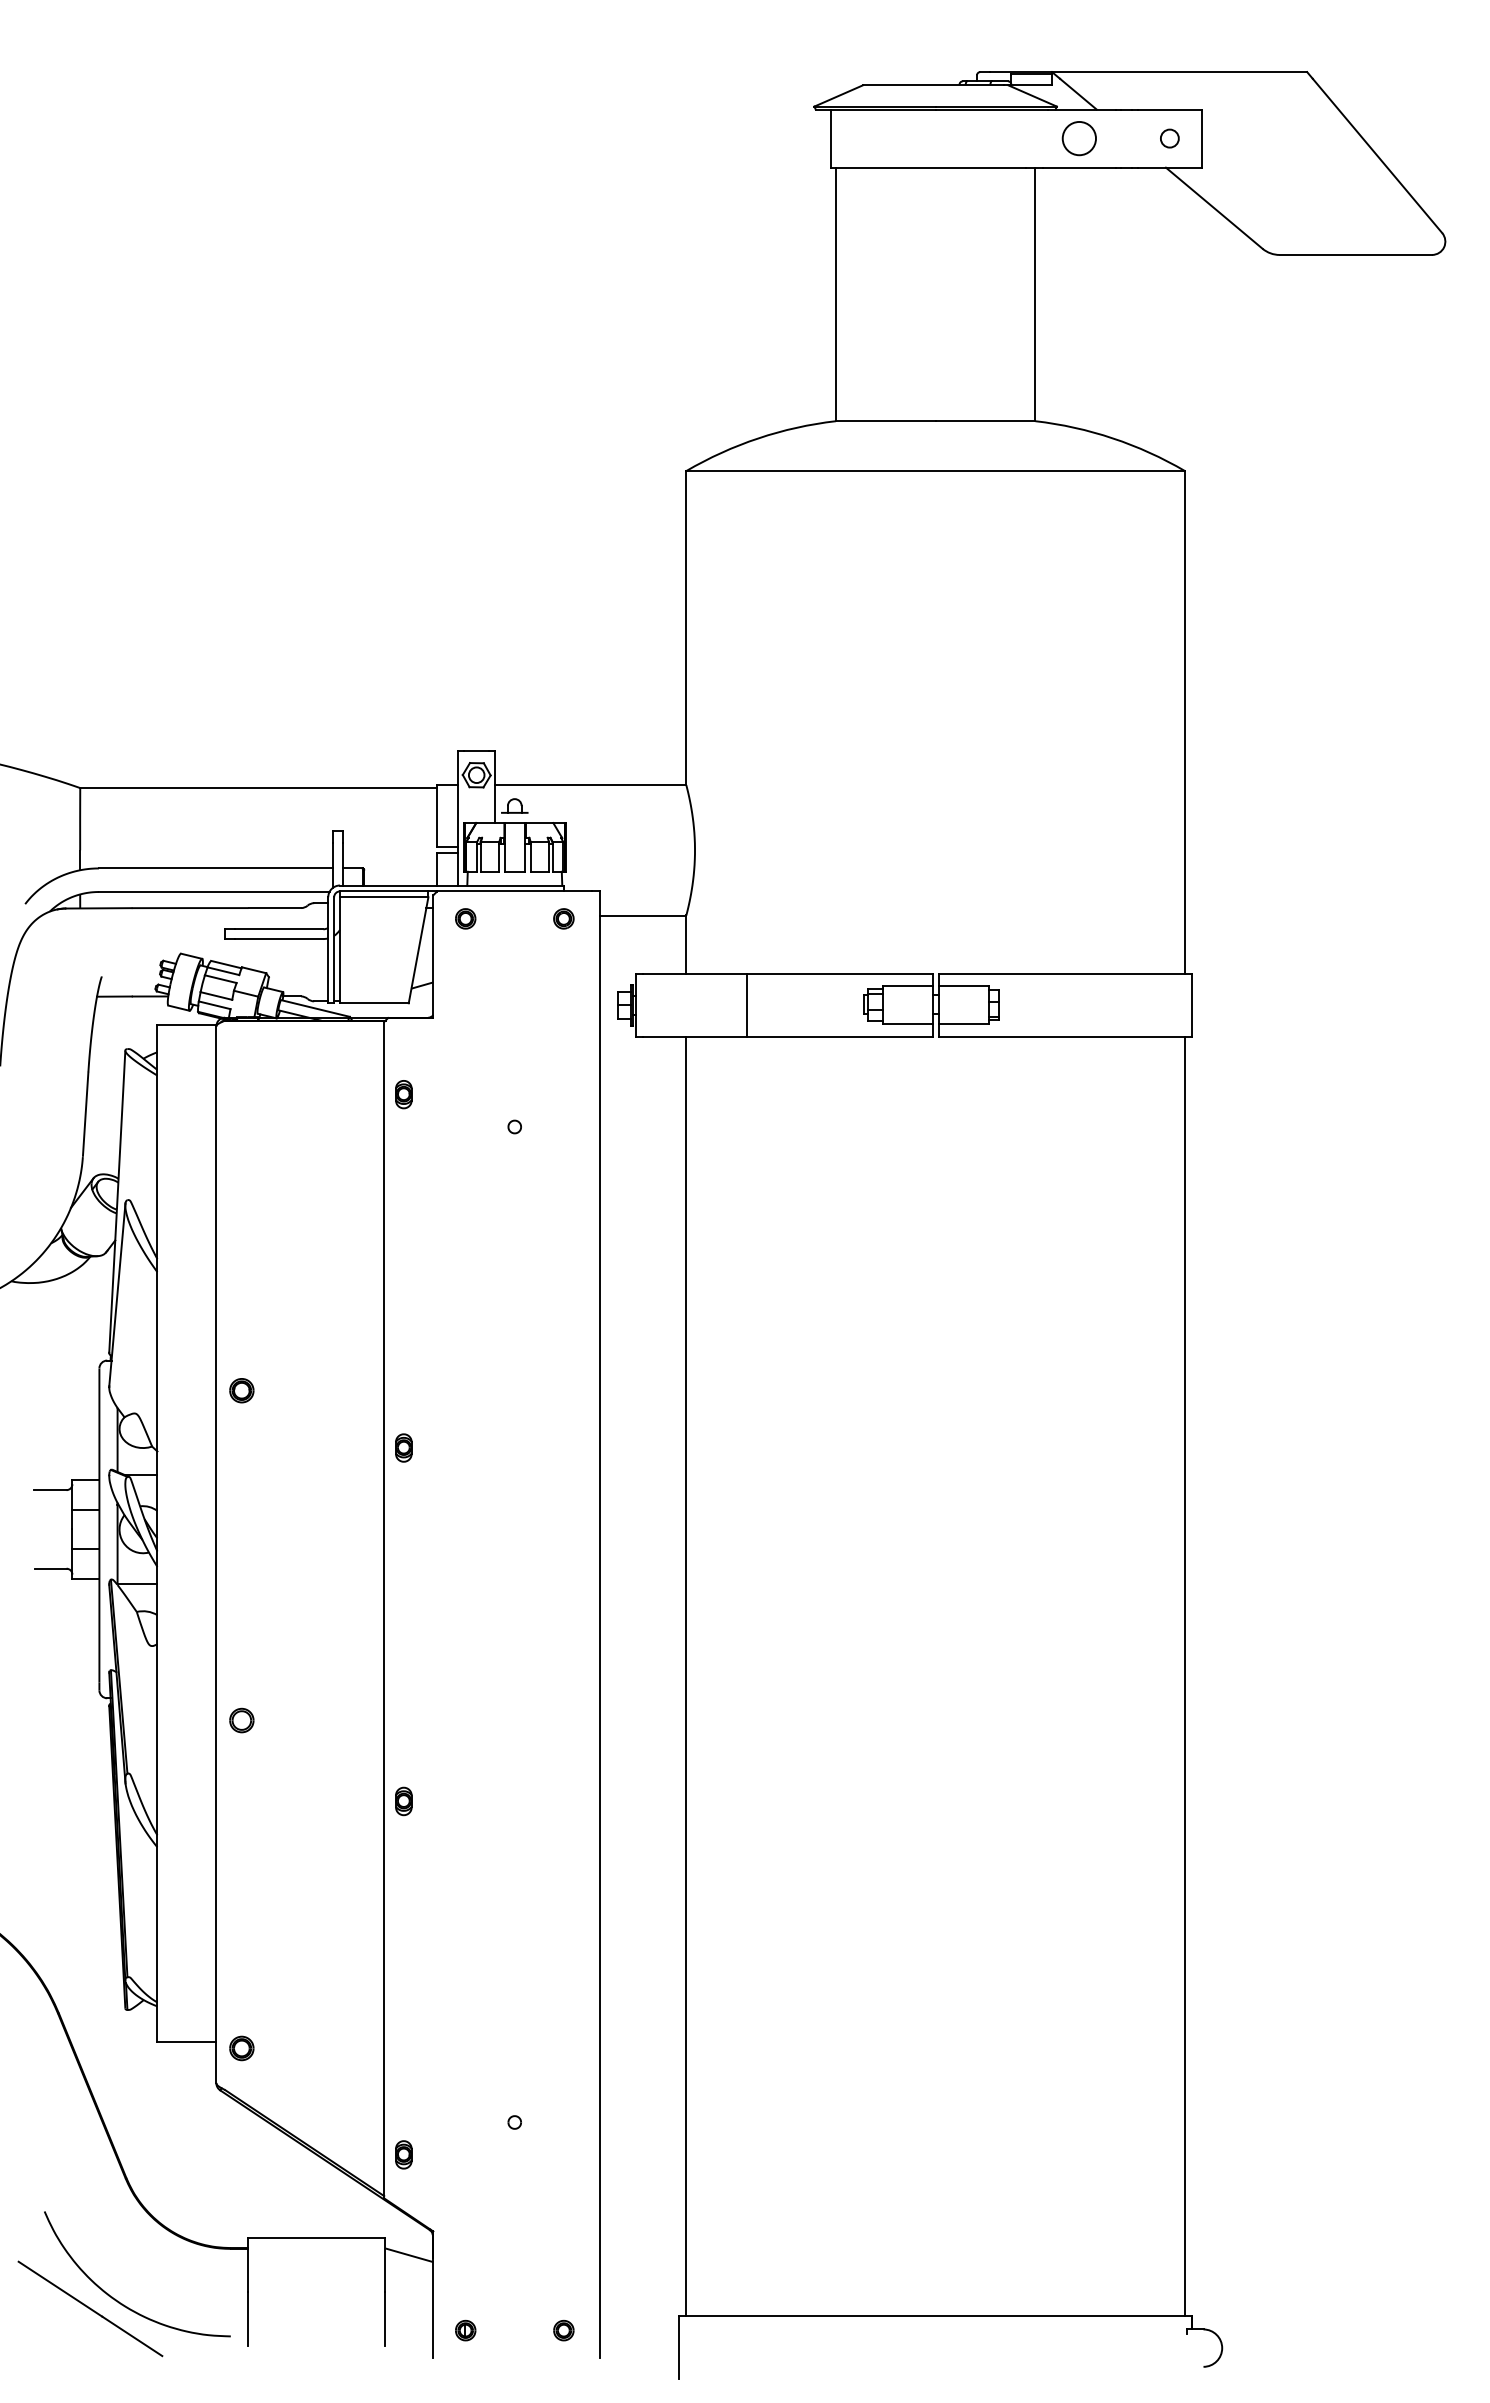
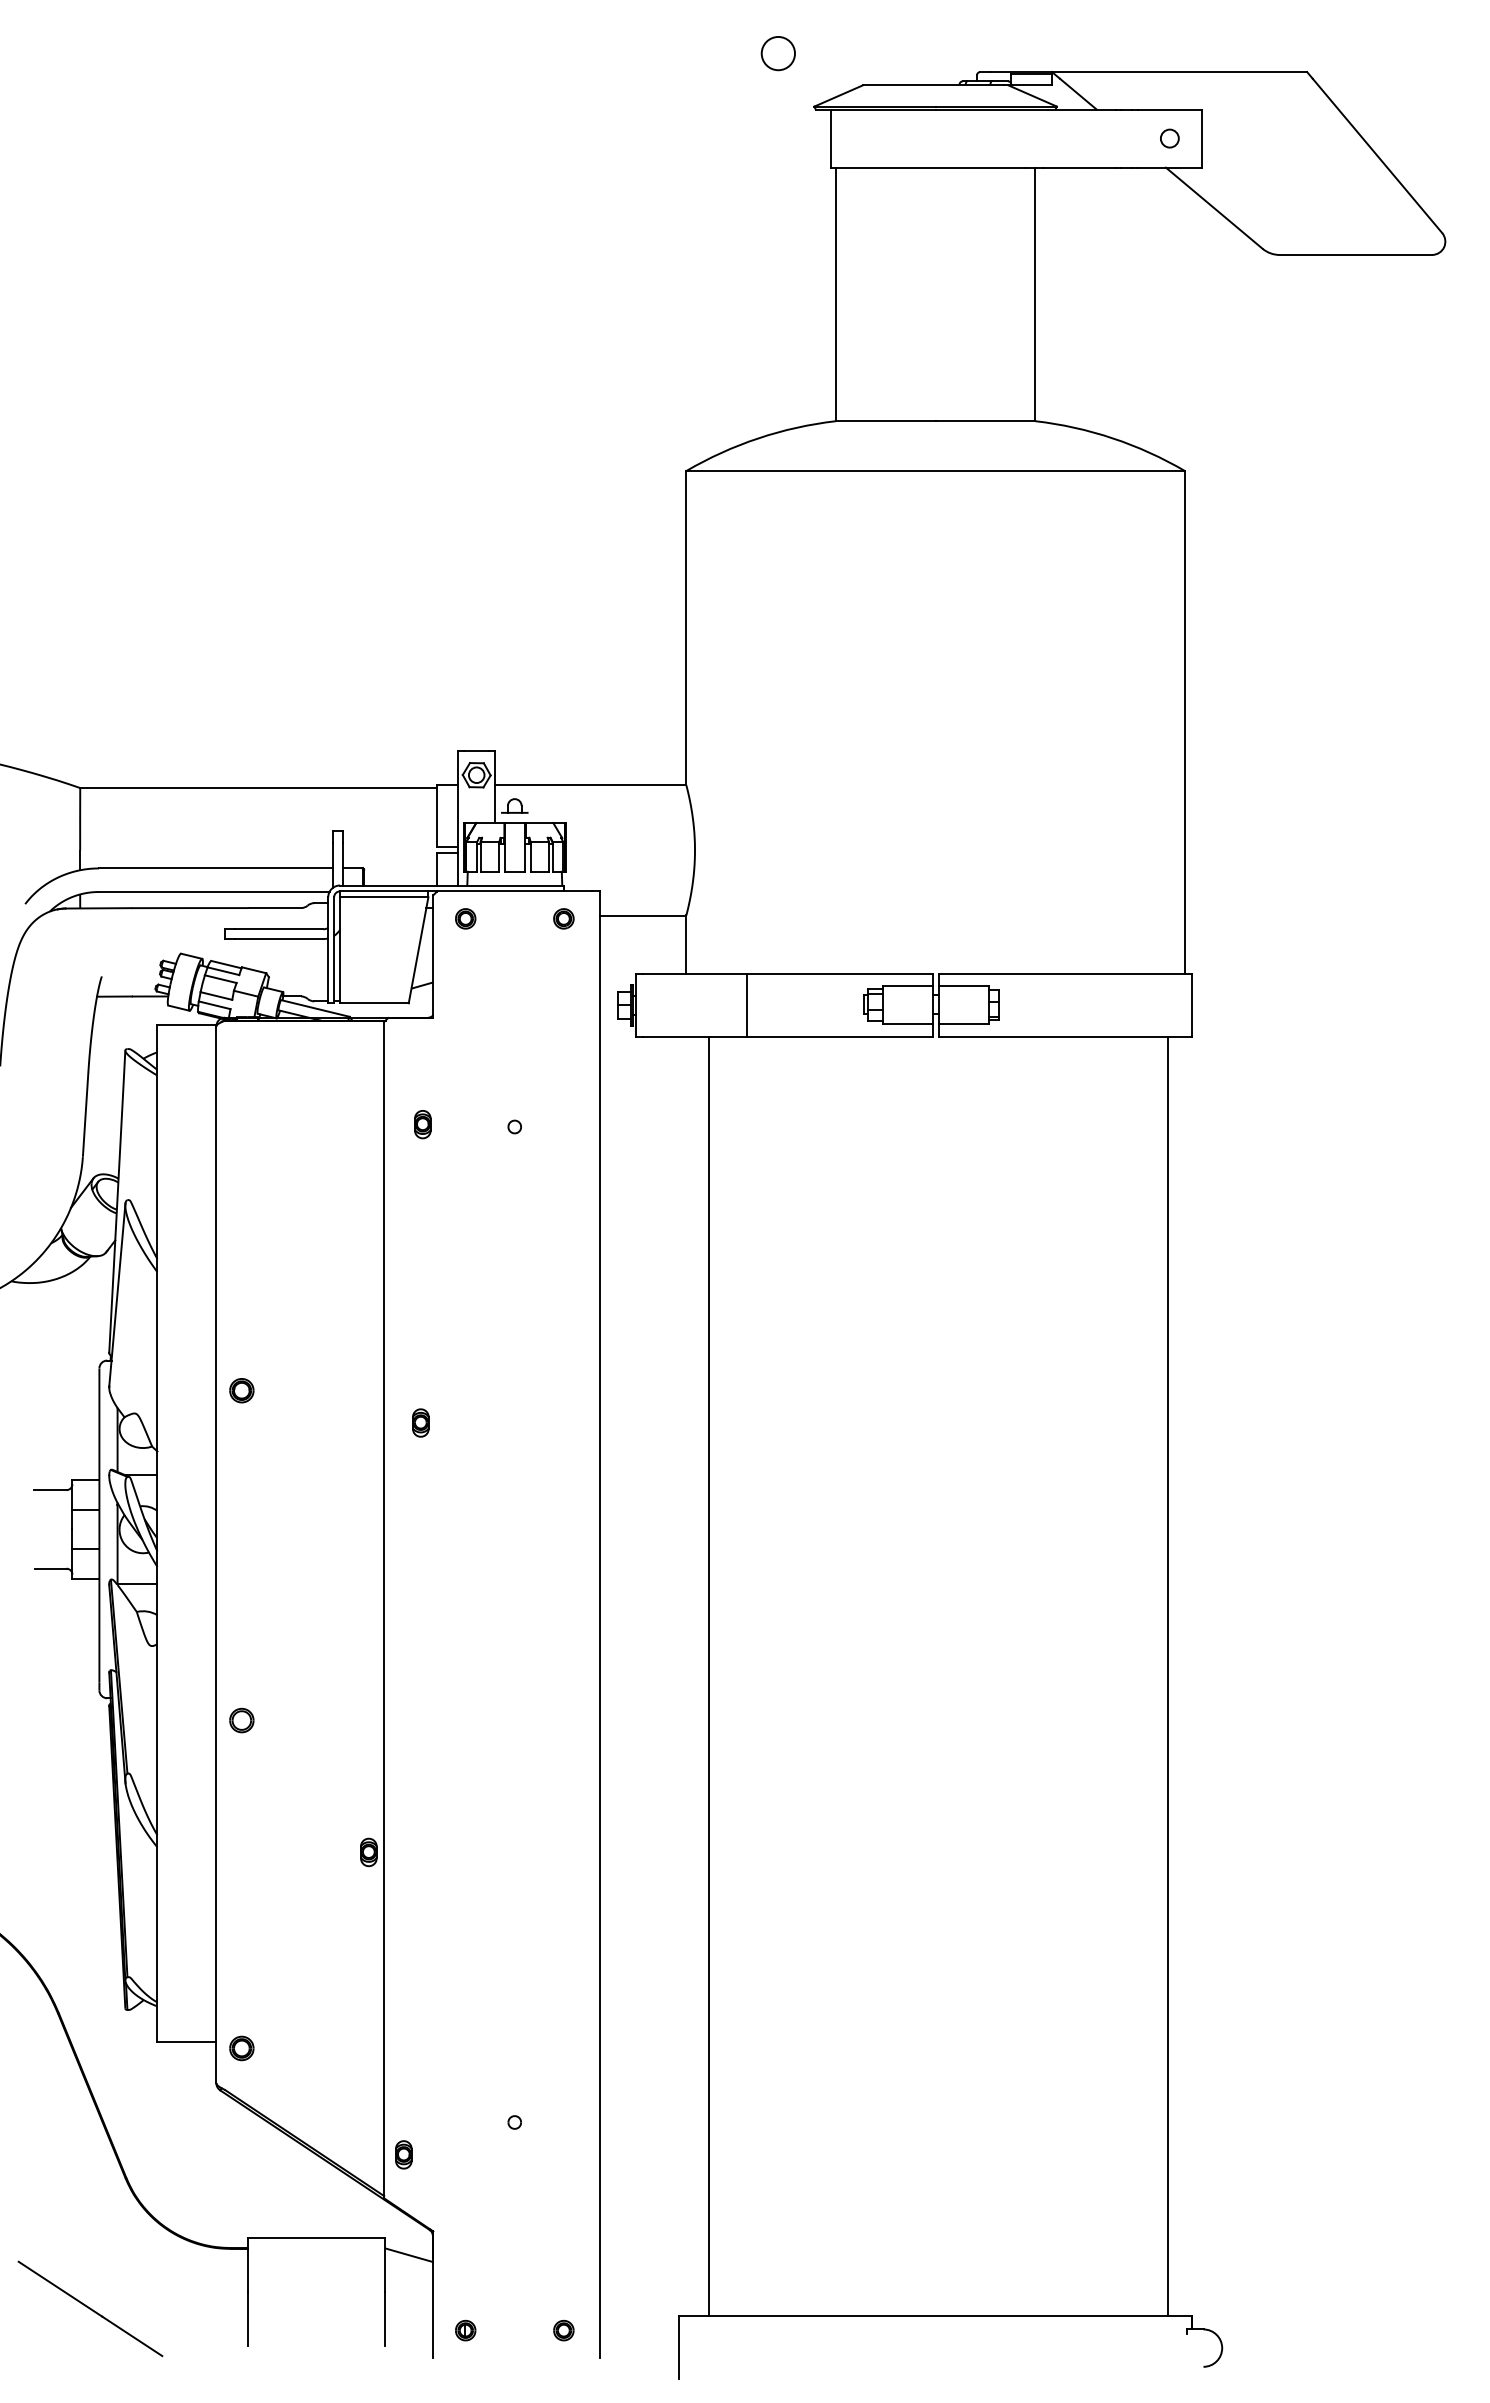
circle at (1078, 138) position: (1078, 138) -> (777, 53)
part at (403, 1094) position: (403, 1094) -> (422, 1124)
part at (403, 1447) position: (403, 1447) -> (420, 1422)
line at (686, 1676) position: (686, 1676) -> (709, 1676)
line at (1185, 1676) position: (1185, 1676) -> (1168, 1676)
part at (403, 1801) position: (403, 1801) -> (368, 1852)
curve at (119, 2301): present -> none
